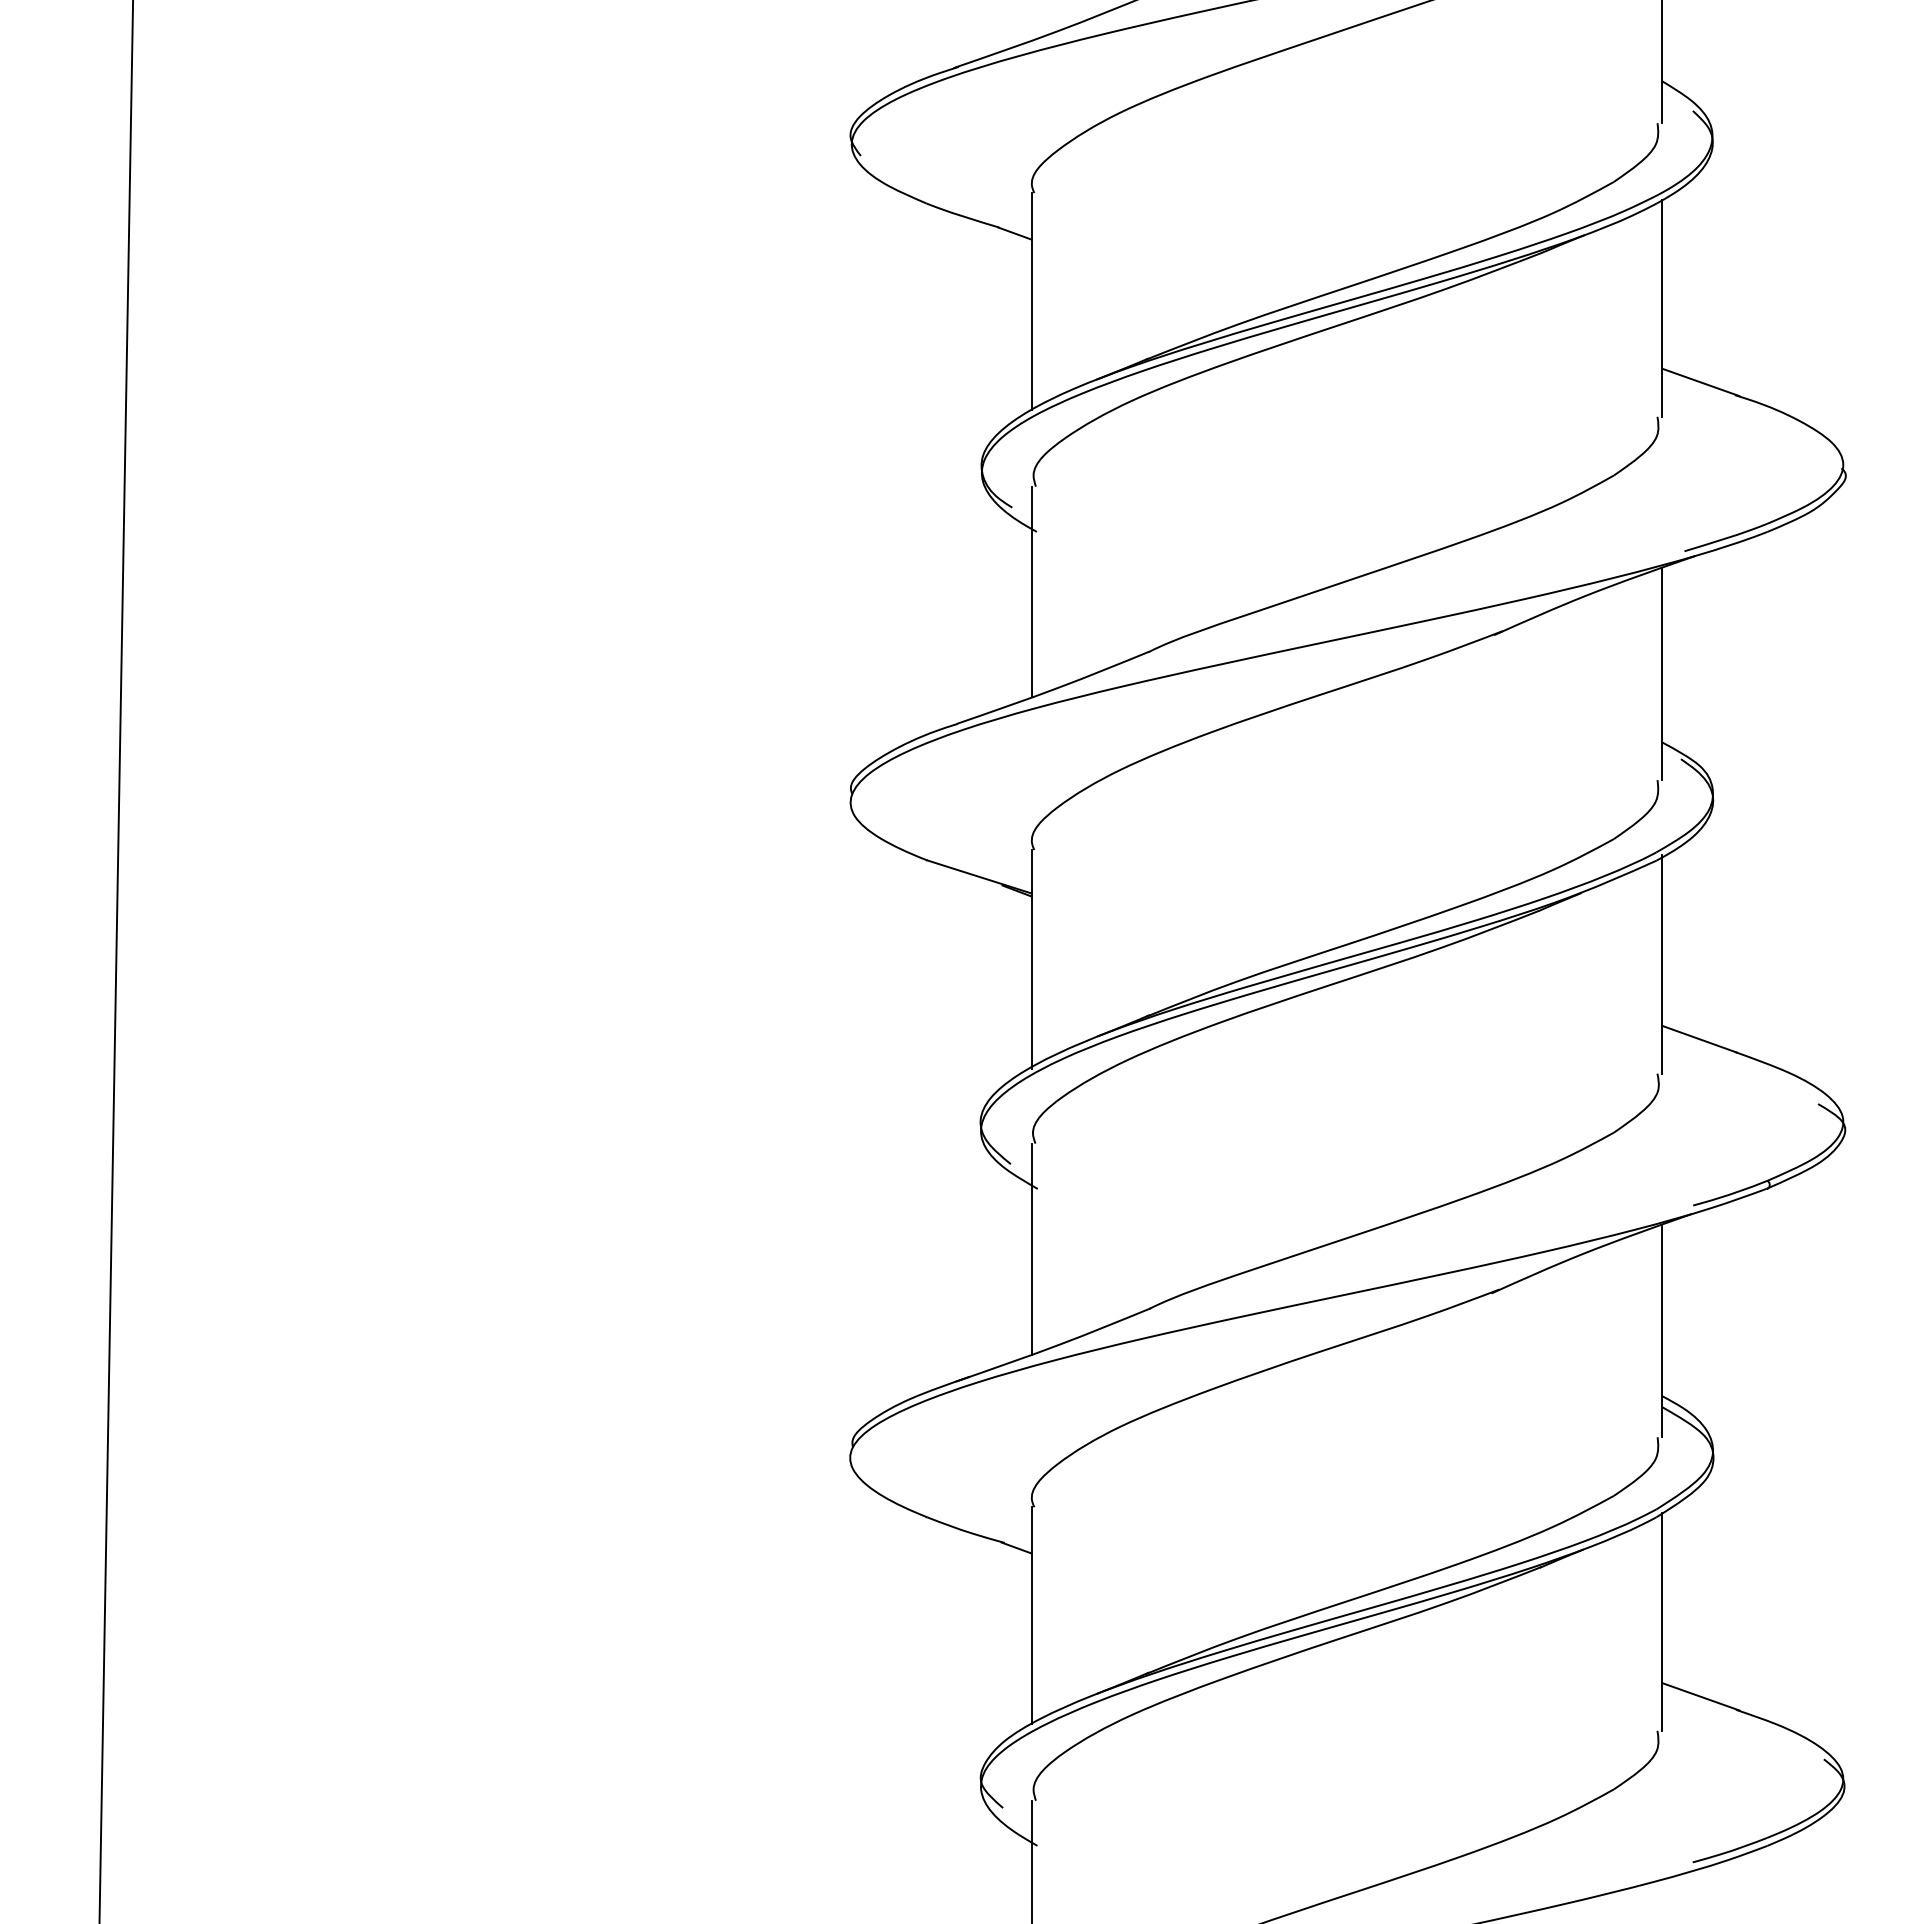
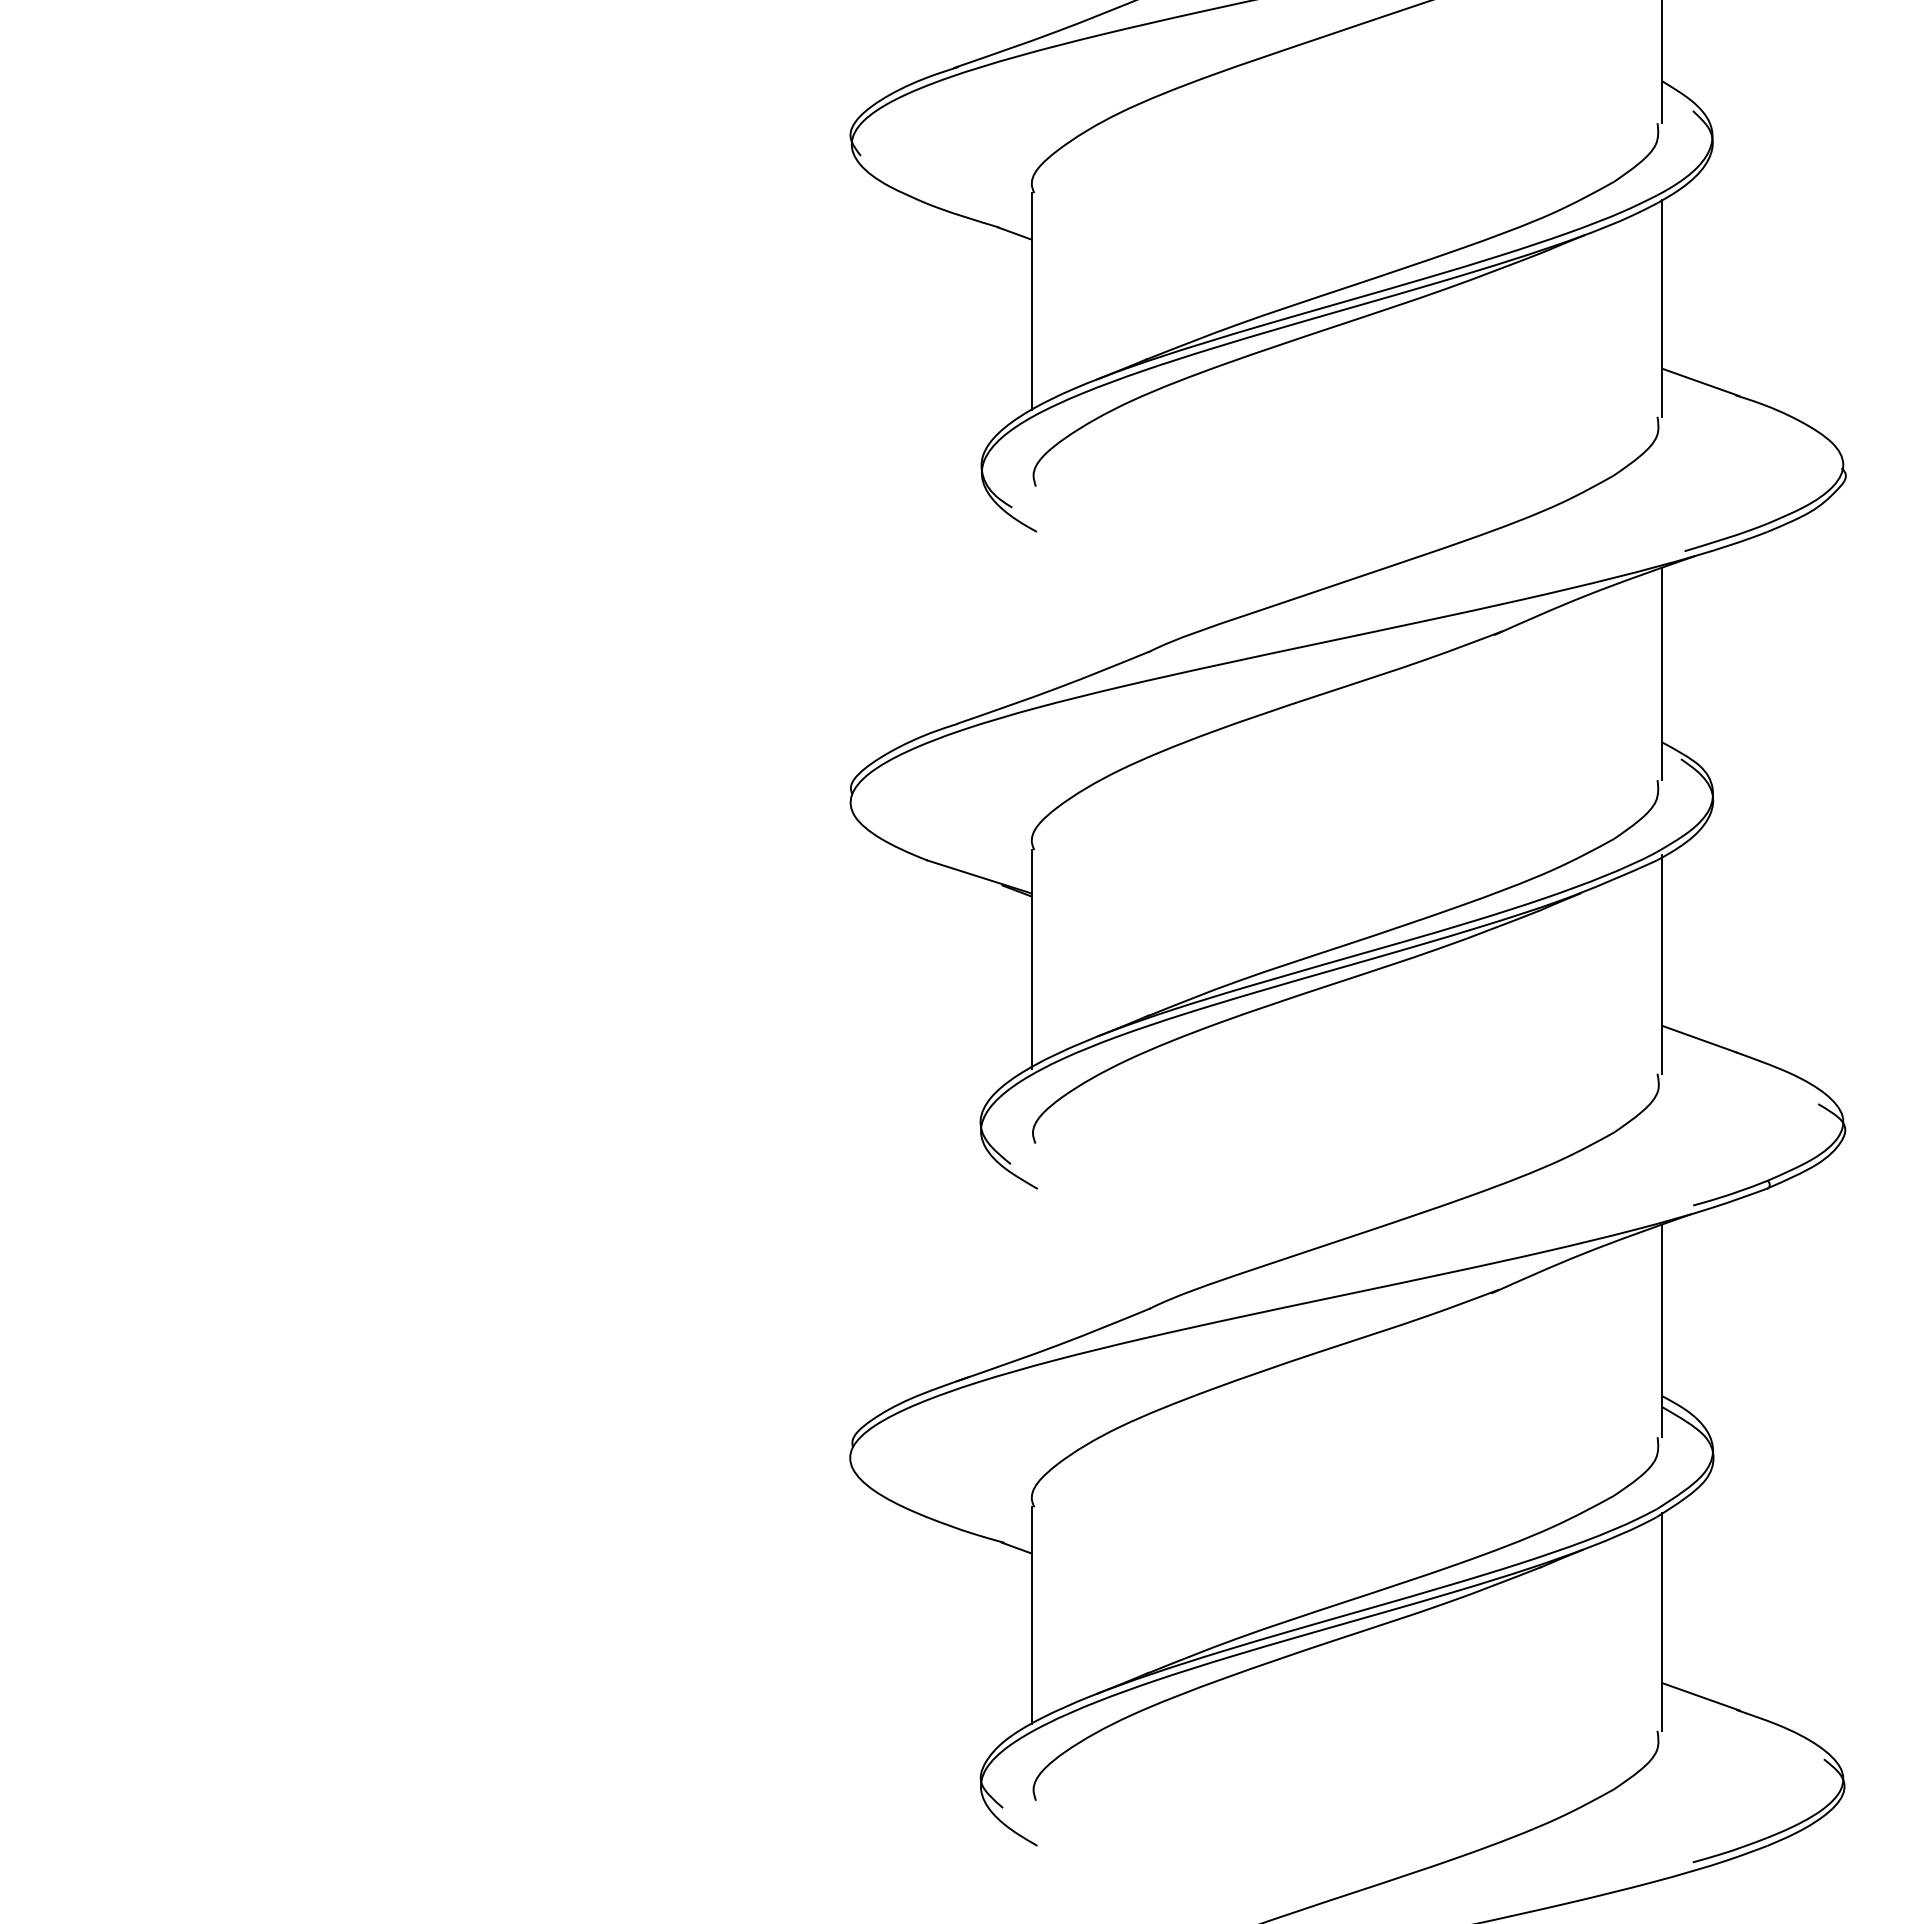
line at (1031, 591): present -> none
line at (116, 961): present -> none
line at (1031, 1248): present -> none
line at (1031, 1860): present -> none
